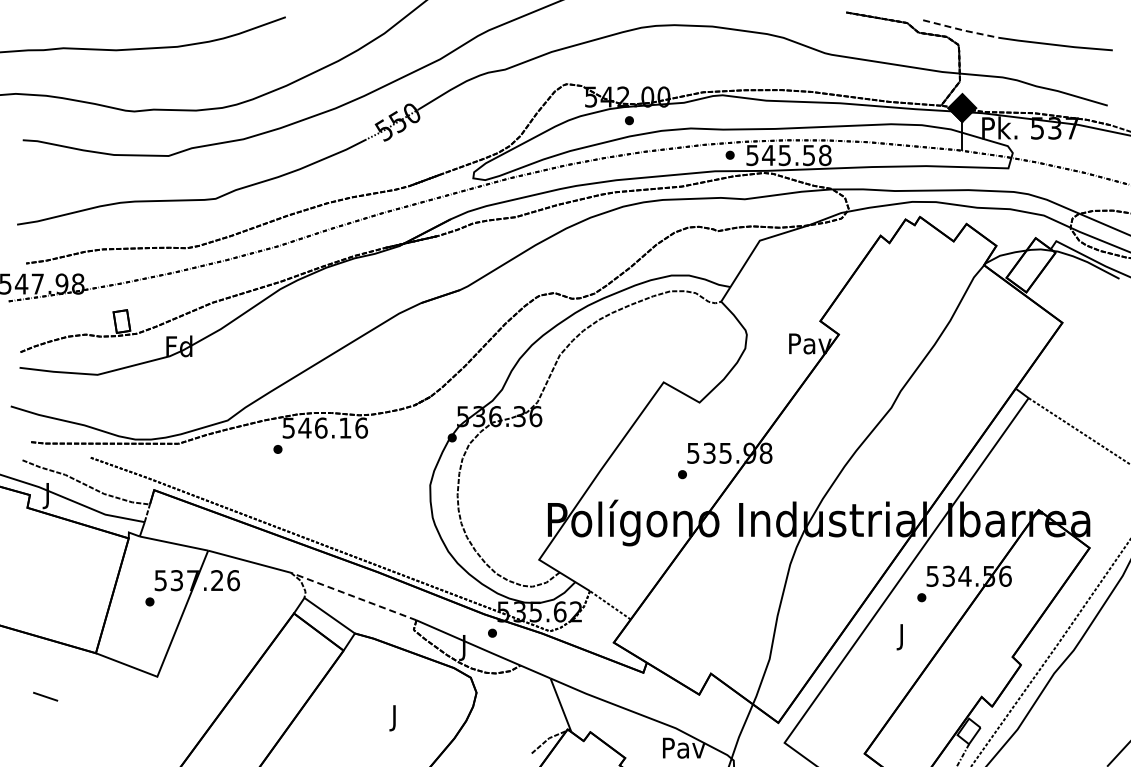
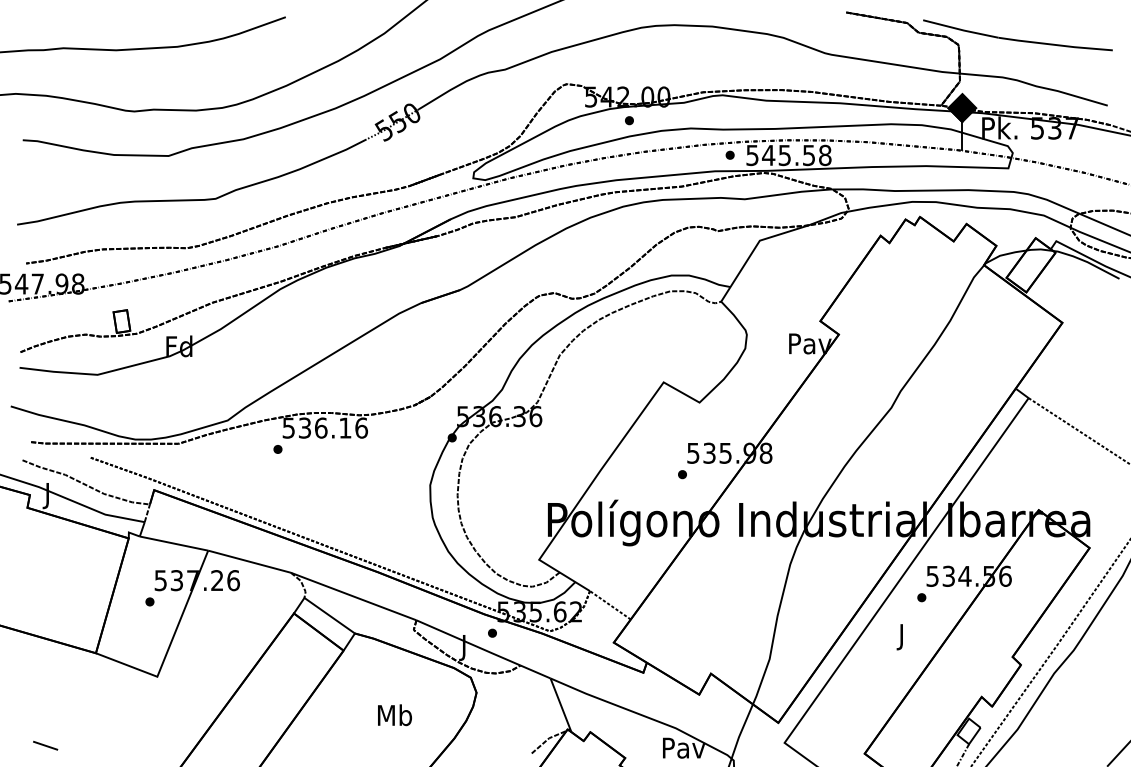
line at (961, 29): dashed -> solid
text at (304, 427): 546.16 -> 536.16
line at (353, 596): dashed -> solid
line at (45, 696) position: (45, 696) -> (45, 745)
text at (395, 717): J -> Mb
